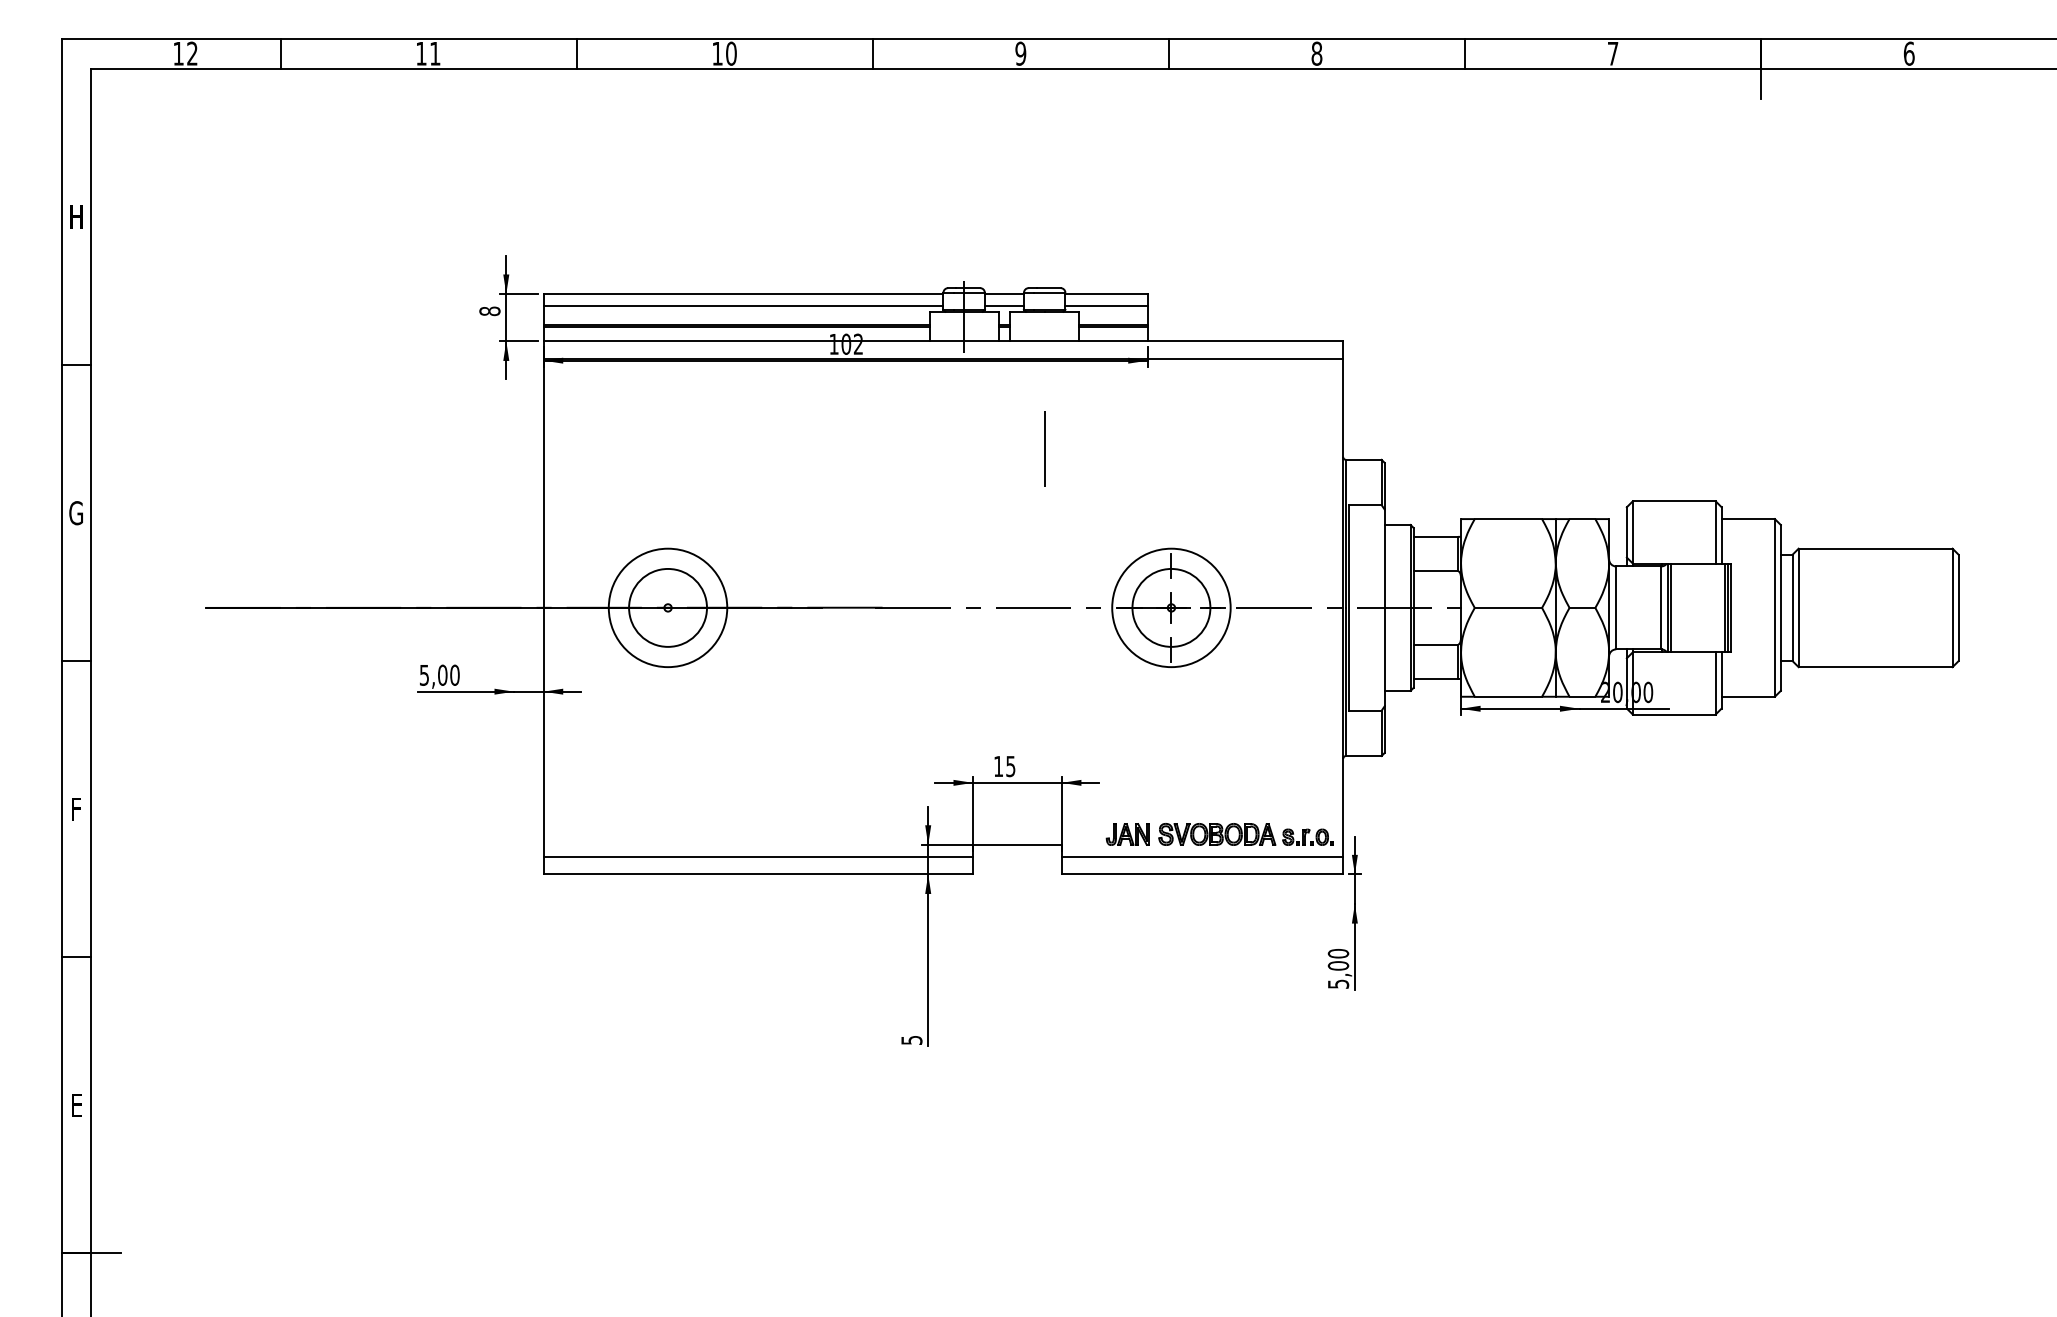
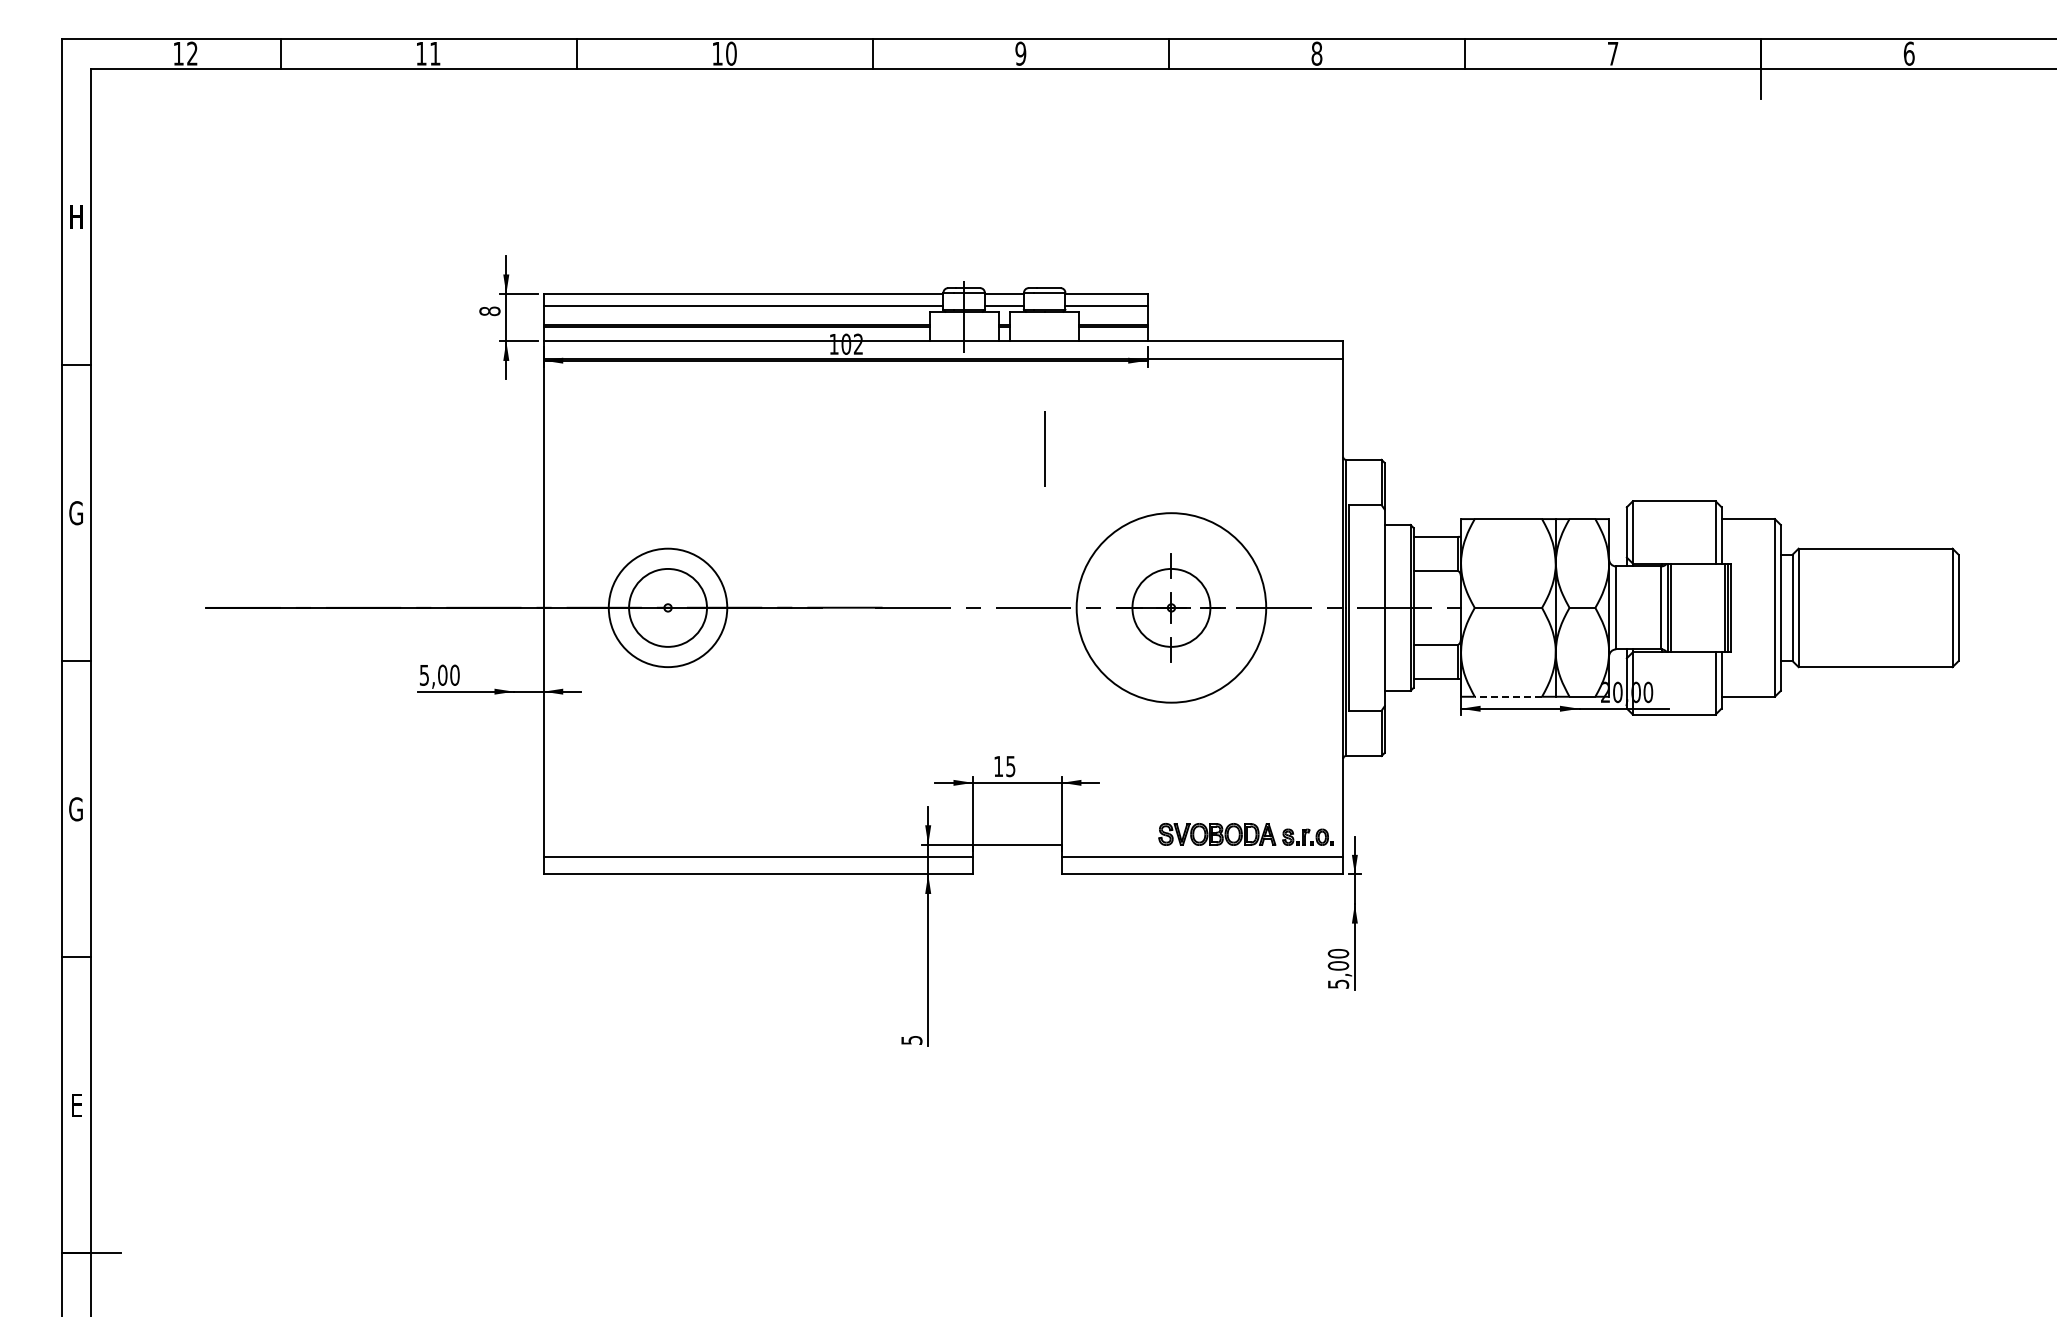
circle at (1171, 607) diameter: 118 px -> 190 px
line at (1508, 696): solid -> dashed
text at (75, 809): F -> G
part at (1127, 834): present -> none
